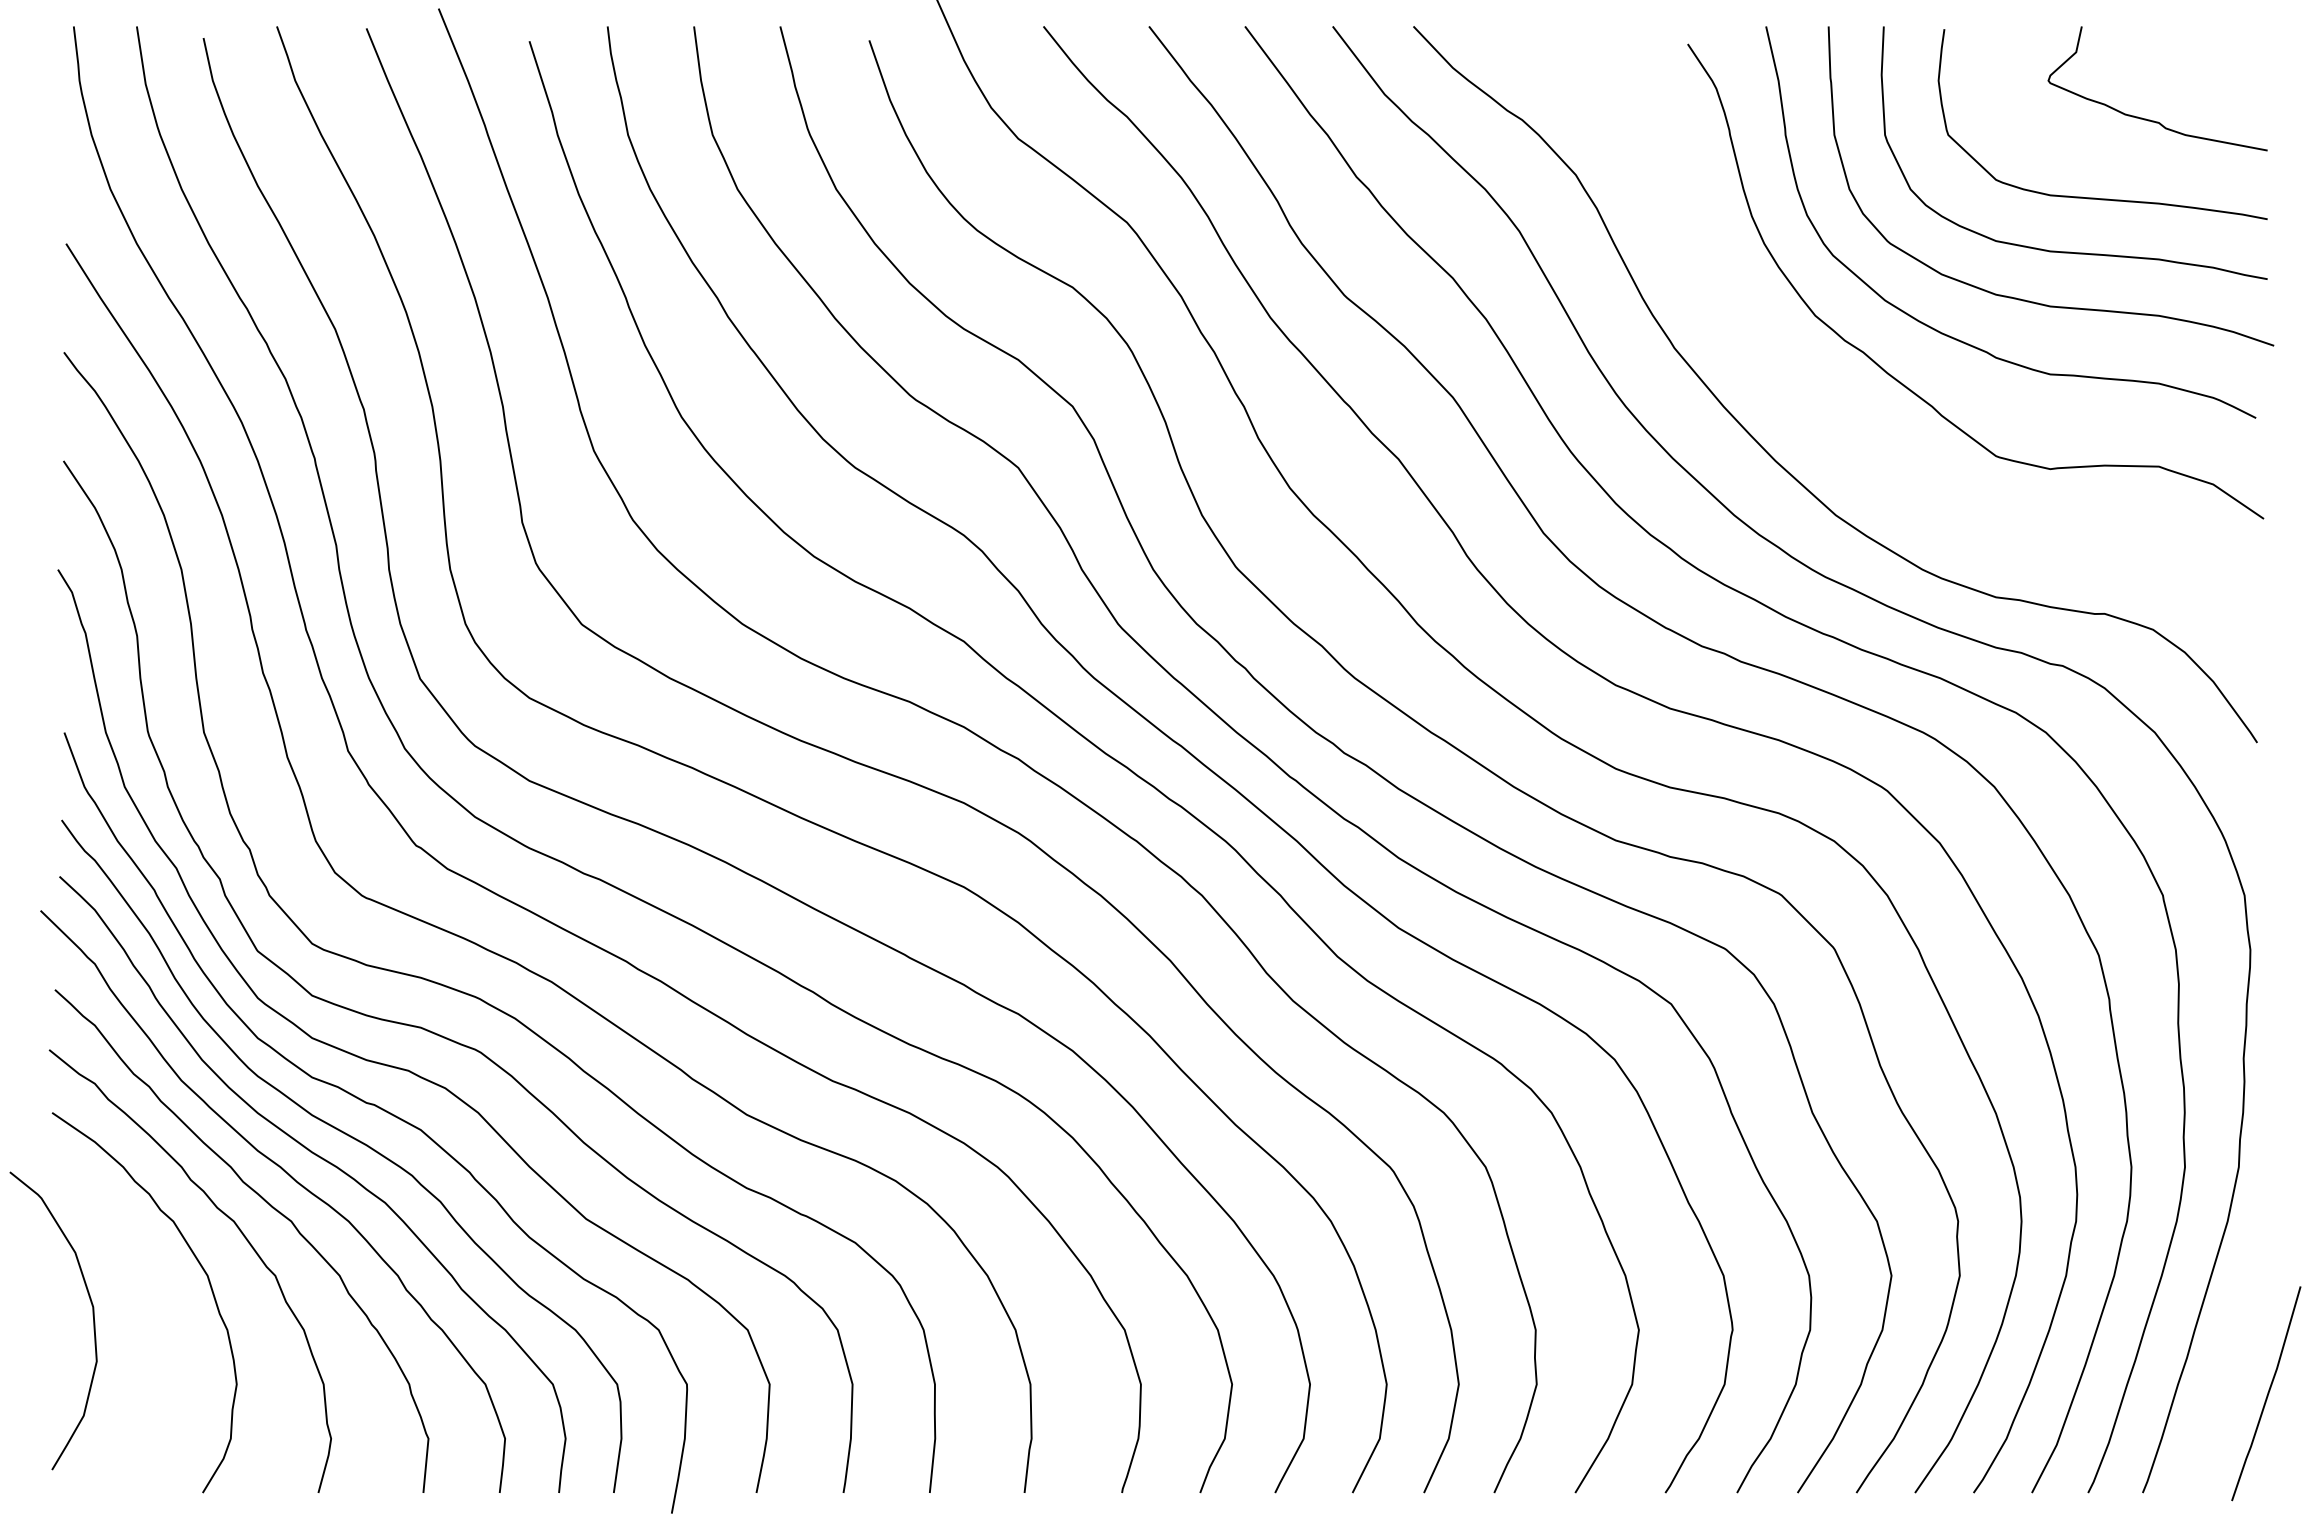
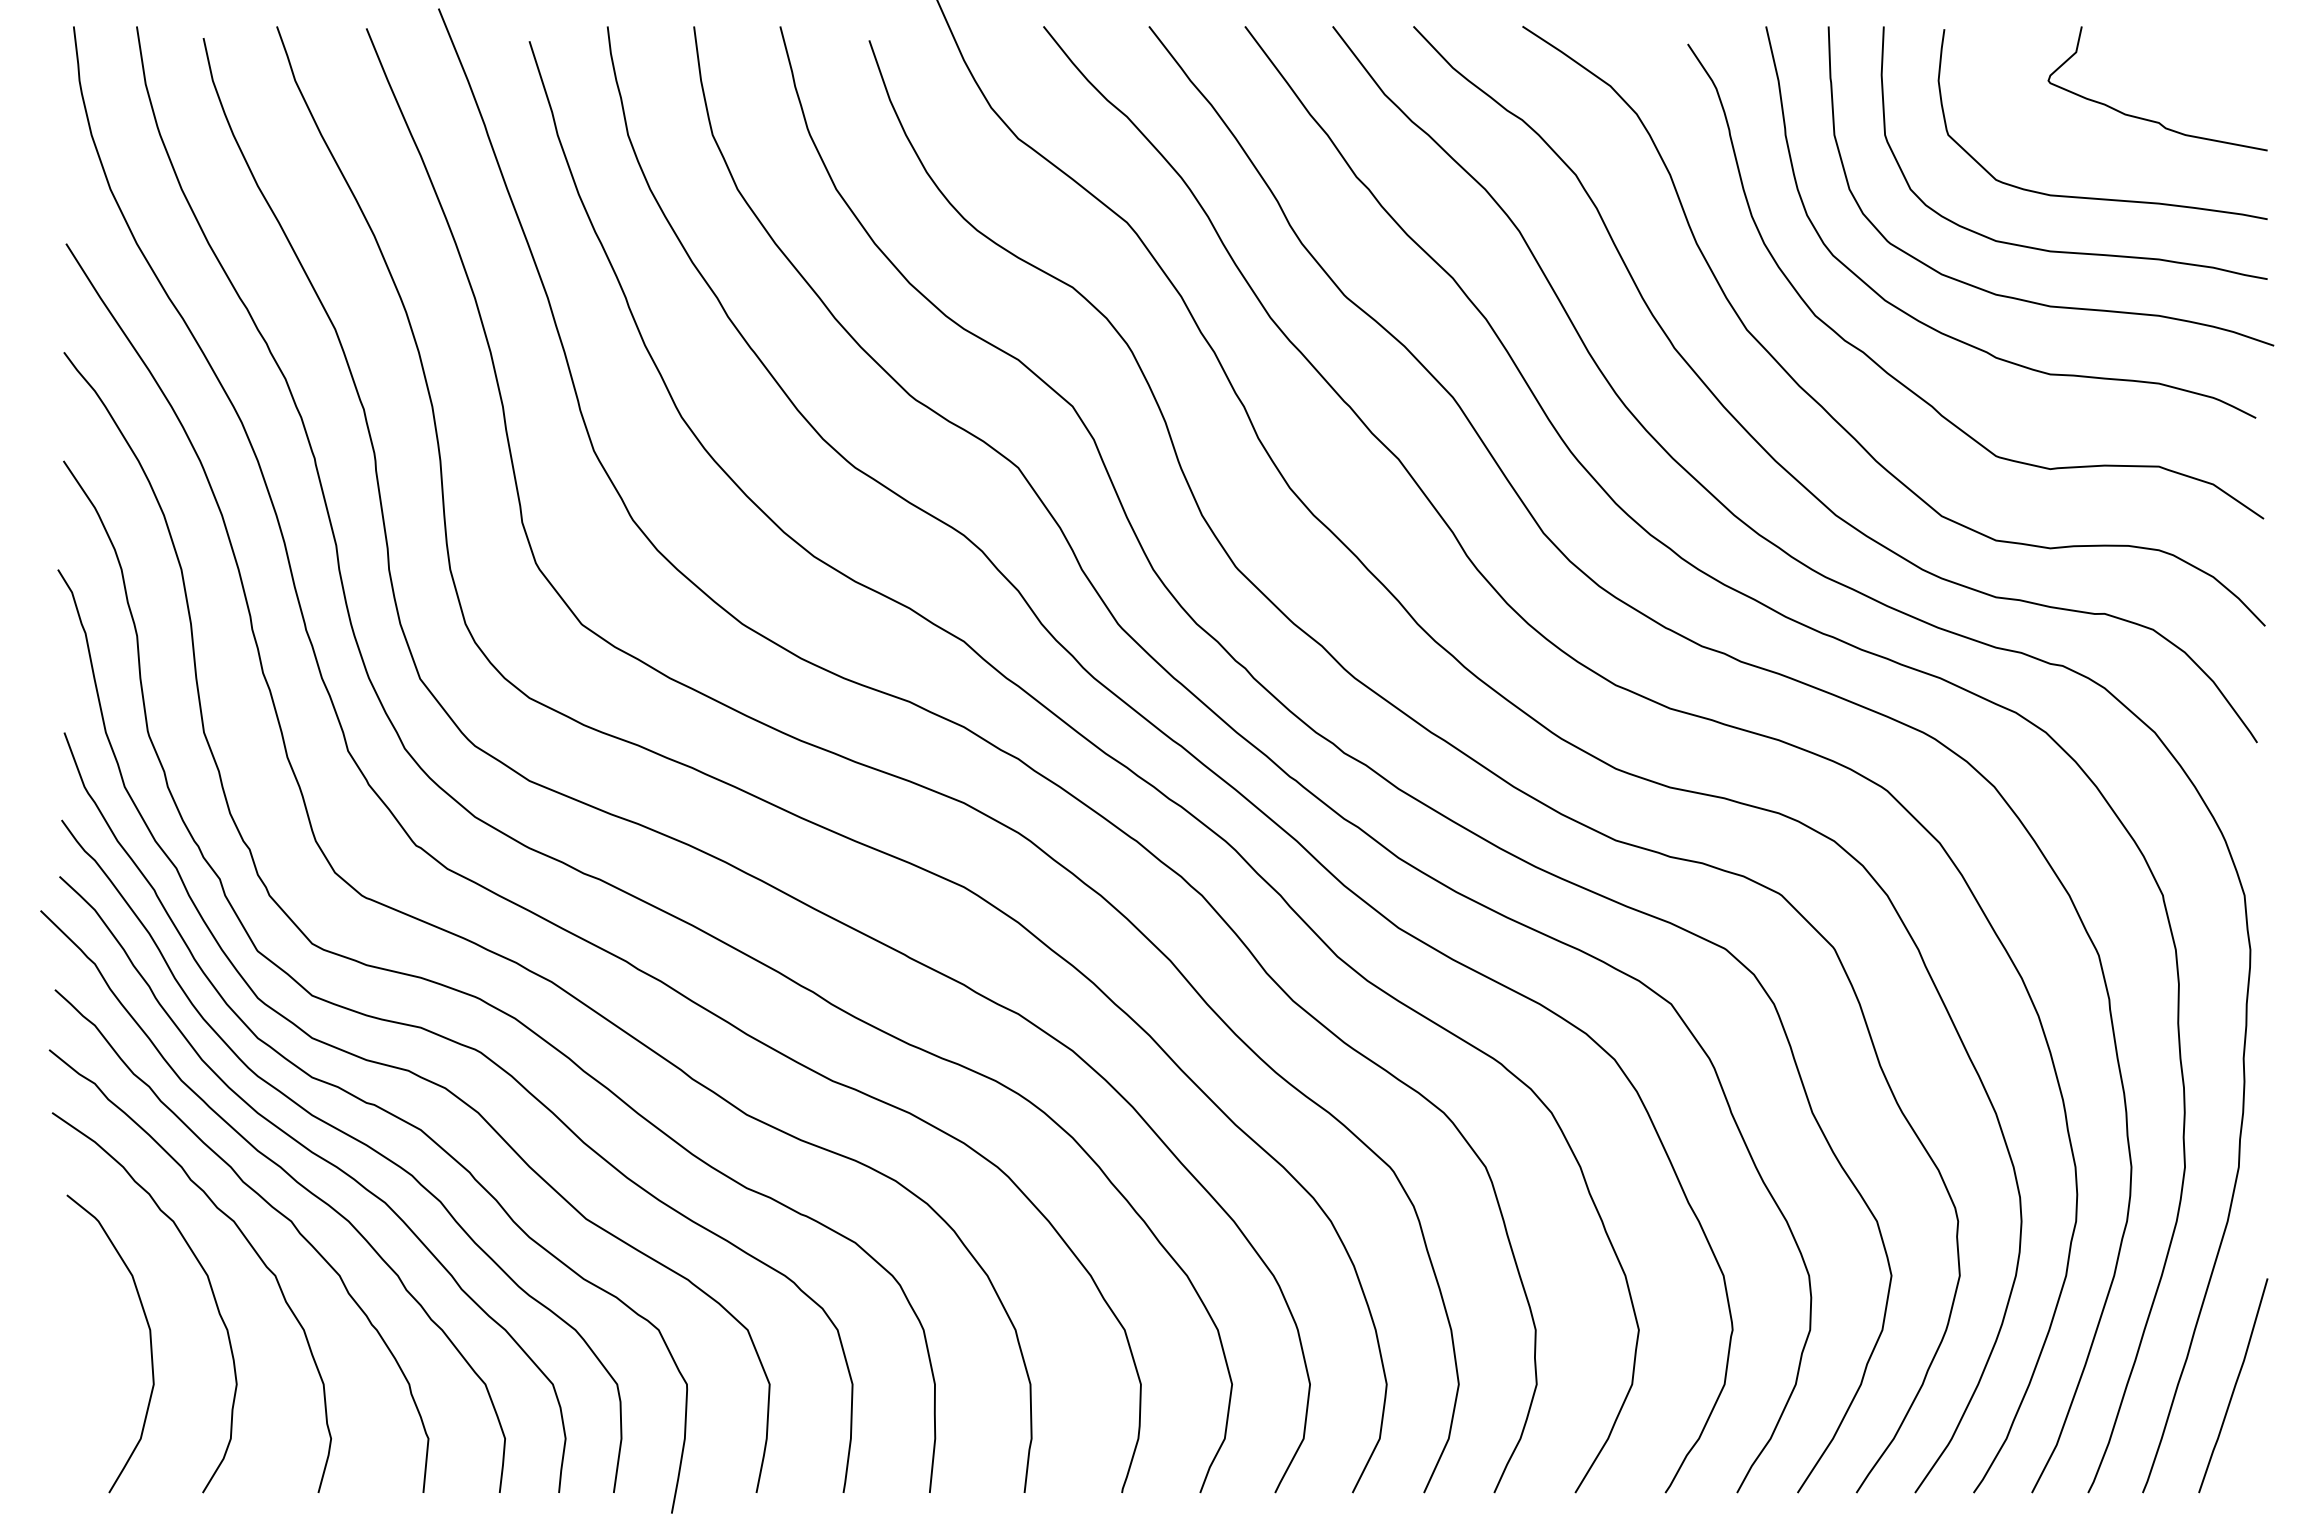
curve at (1817, 401): none -> present
curve at (92, 1315) position: (92, 1315) -> (149, 1338)
curve at (2267, 1393) position: (2267, 1393) -> (2234, 1385)
